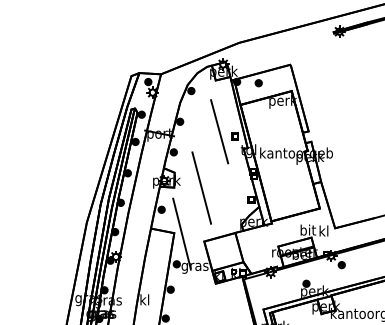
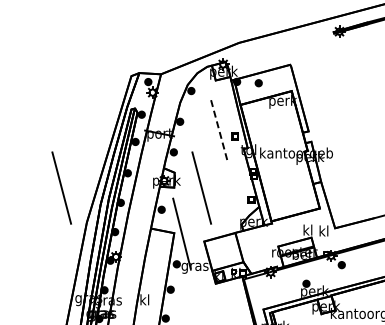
line at (219, 131): solid -> dashed
line at (61, 187): none -> present
text at (308, 229): bit -> kl
